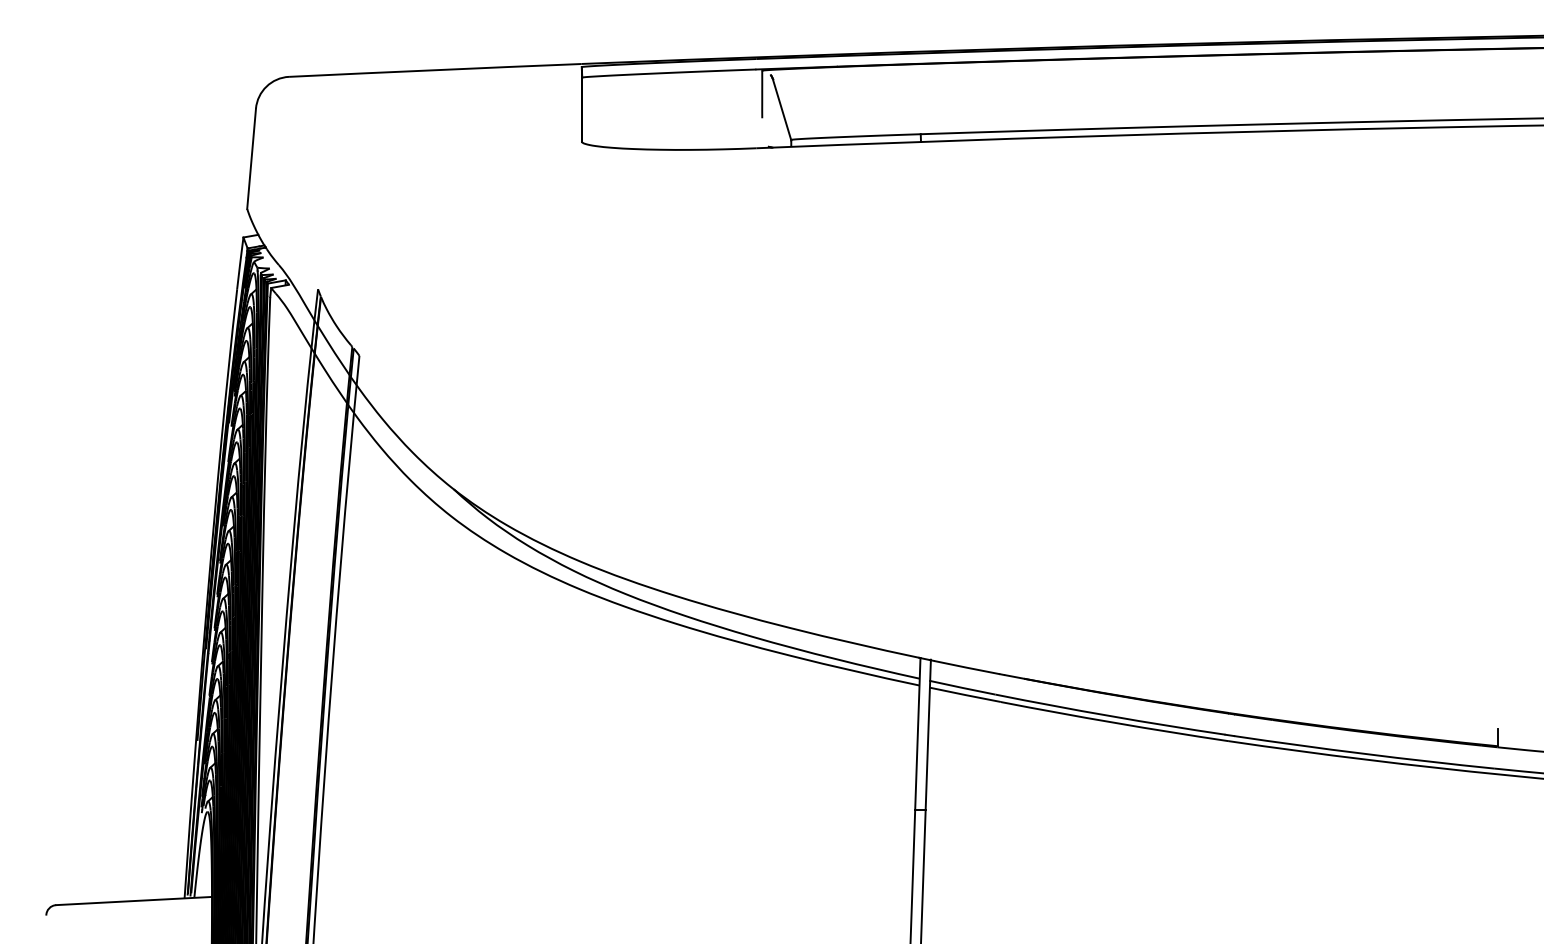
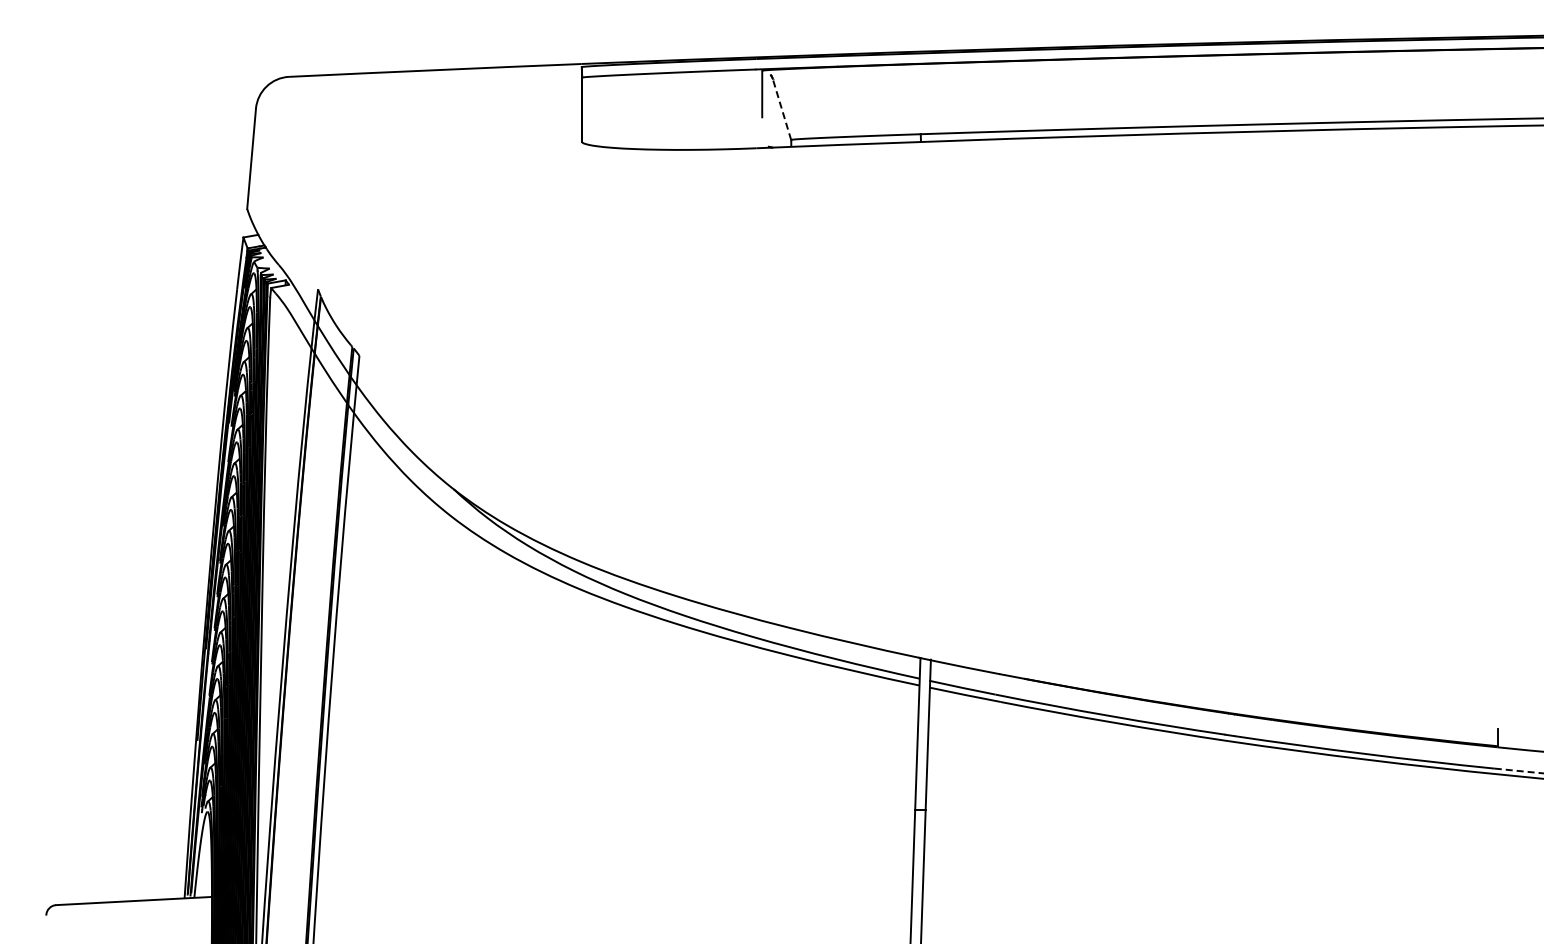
line at (781, 108): solid -> dashed
arc at (1519, 771): solid -> dashed
